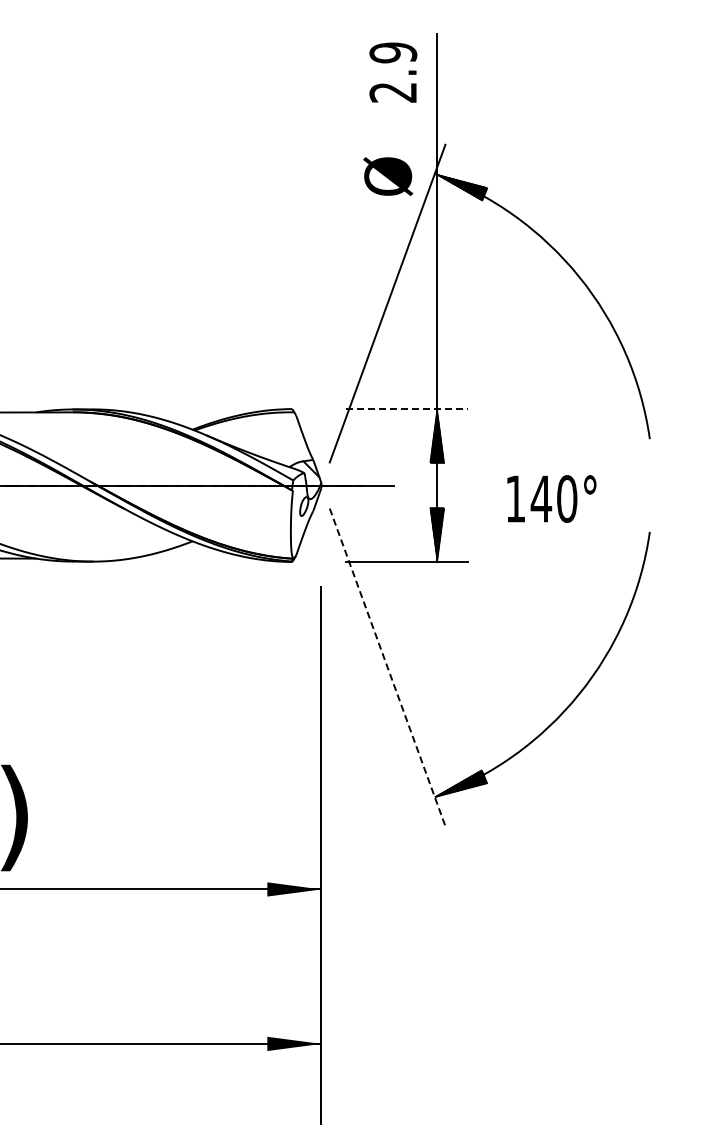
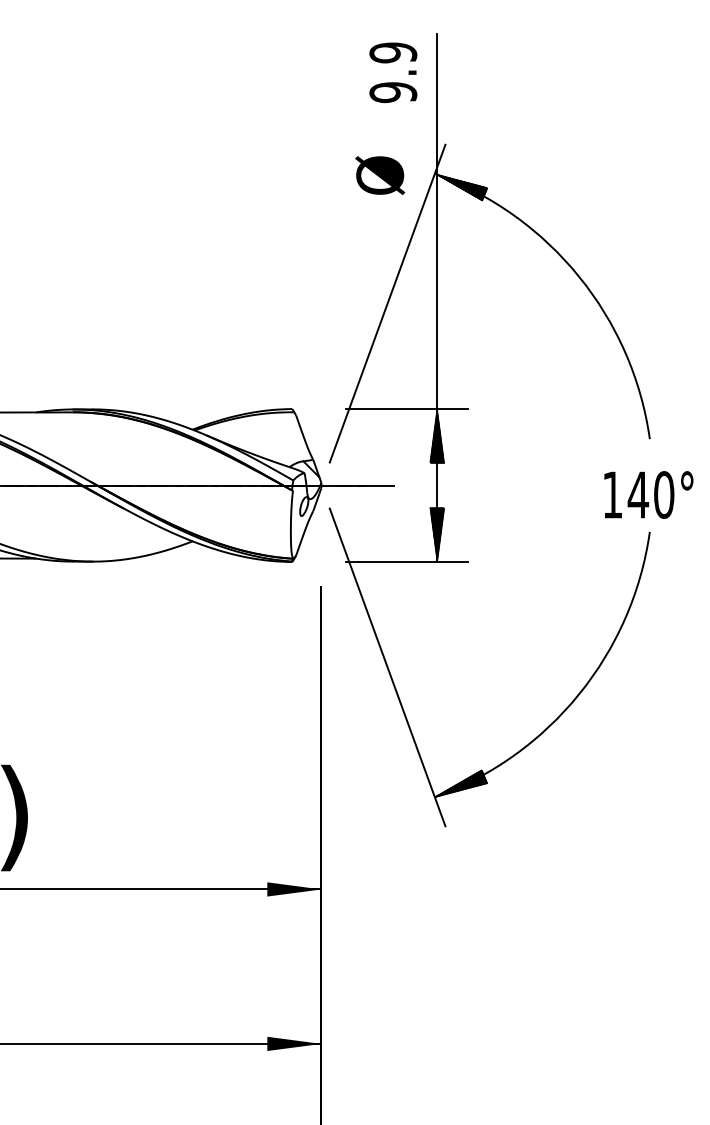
text at (393, 92): 2.9 -> 9.9
text at (388, 176) position: (388, 176) -> (380, 175)
line at (407, 409): dashed -> solid
text at (551, 498) position: (551, 498) -> (648, 494)
line at (387, 667): dashed -> solid
